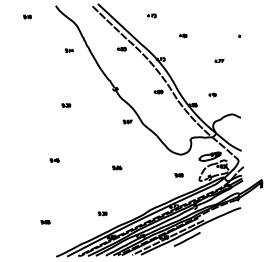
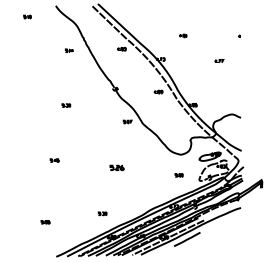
part at (151, 15): present -> none
part at (212, 94): present -> none
part at (117, 167) size: 11x6 px -> 16x7 px
